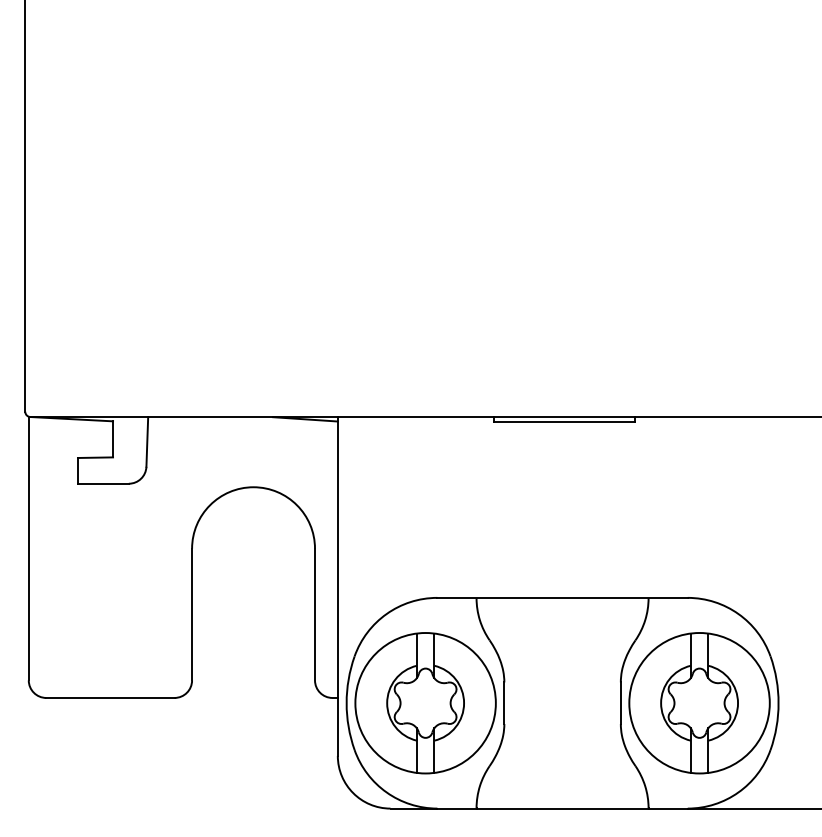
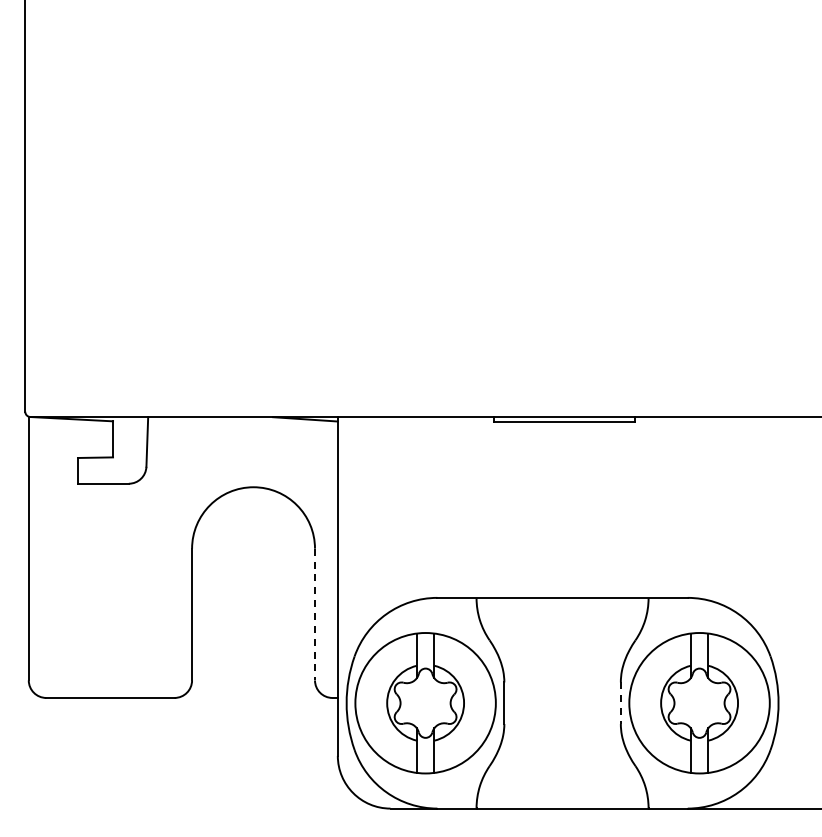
line at (315, 614): solid -> dashed
line at (620, 703): solid -> dashed
